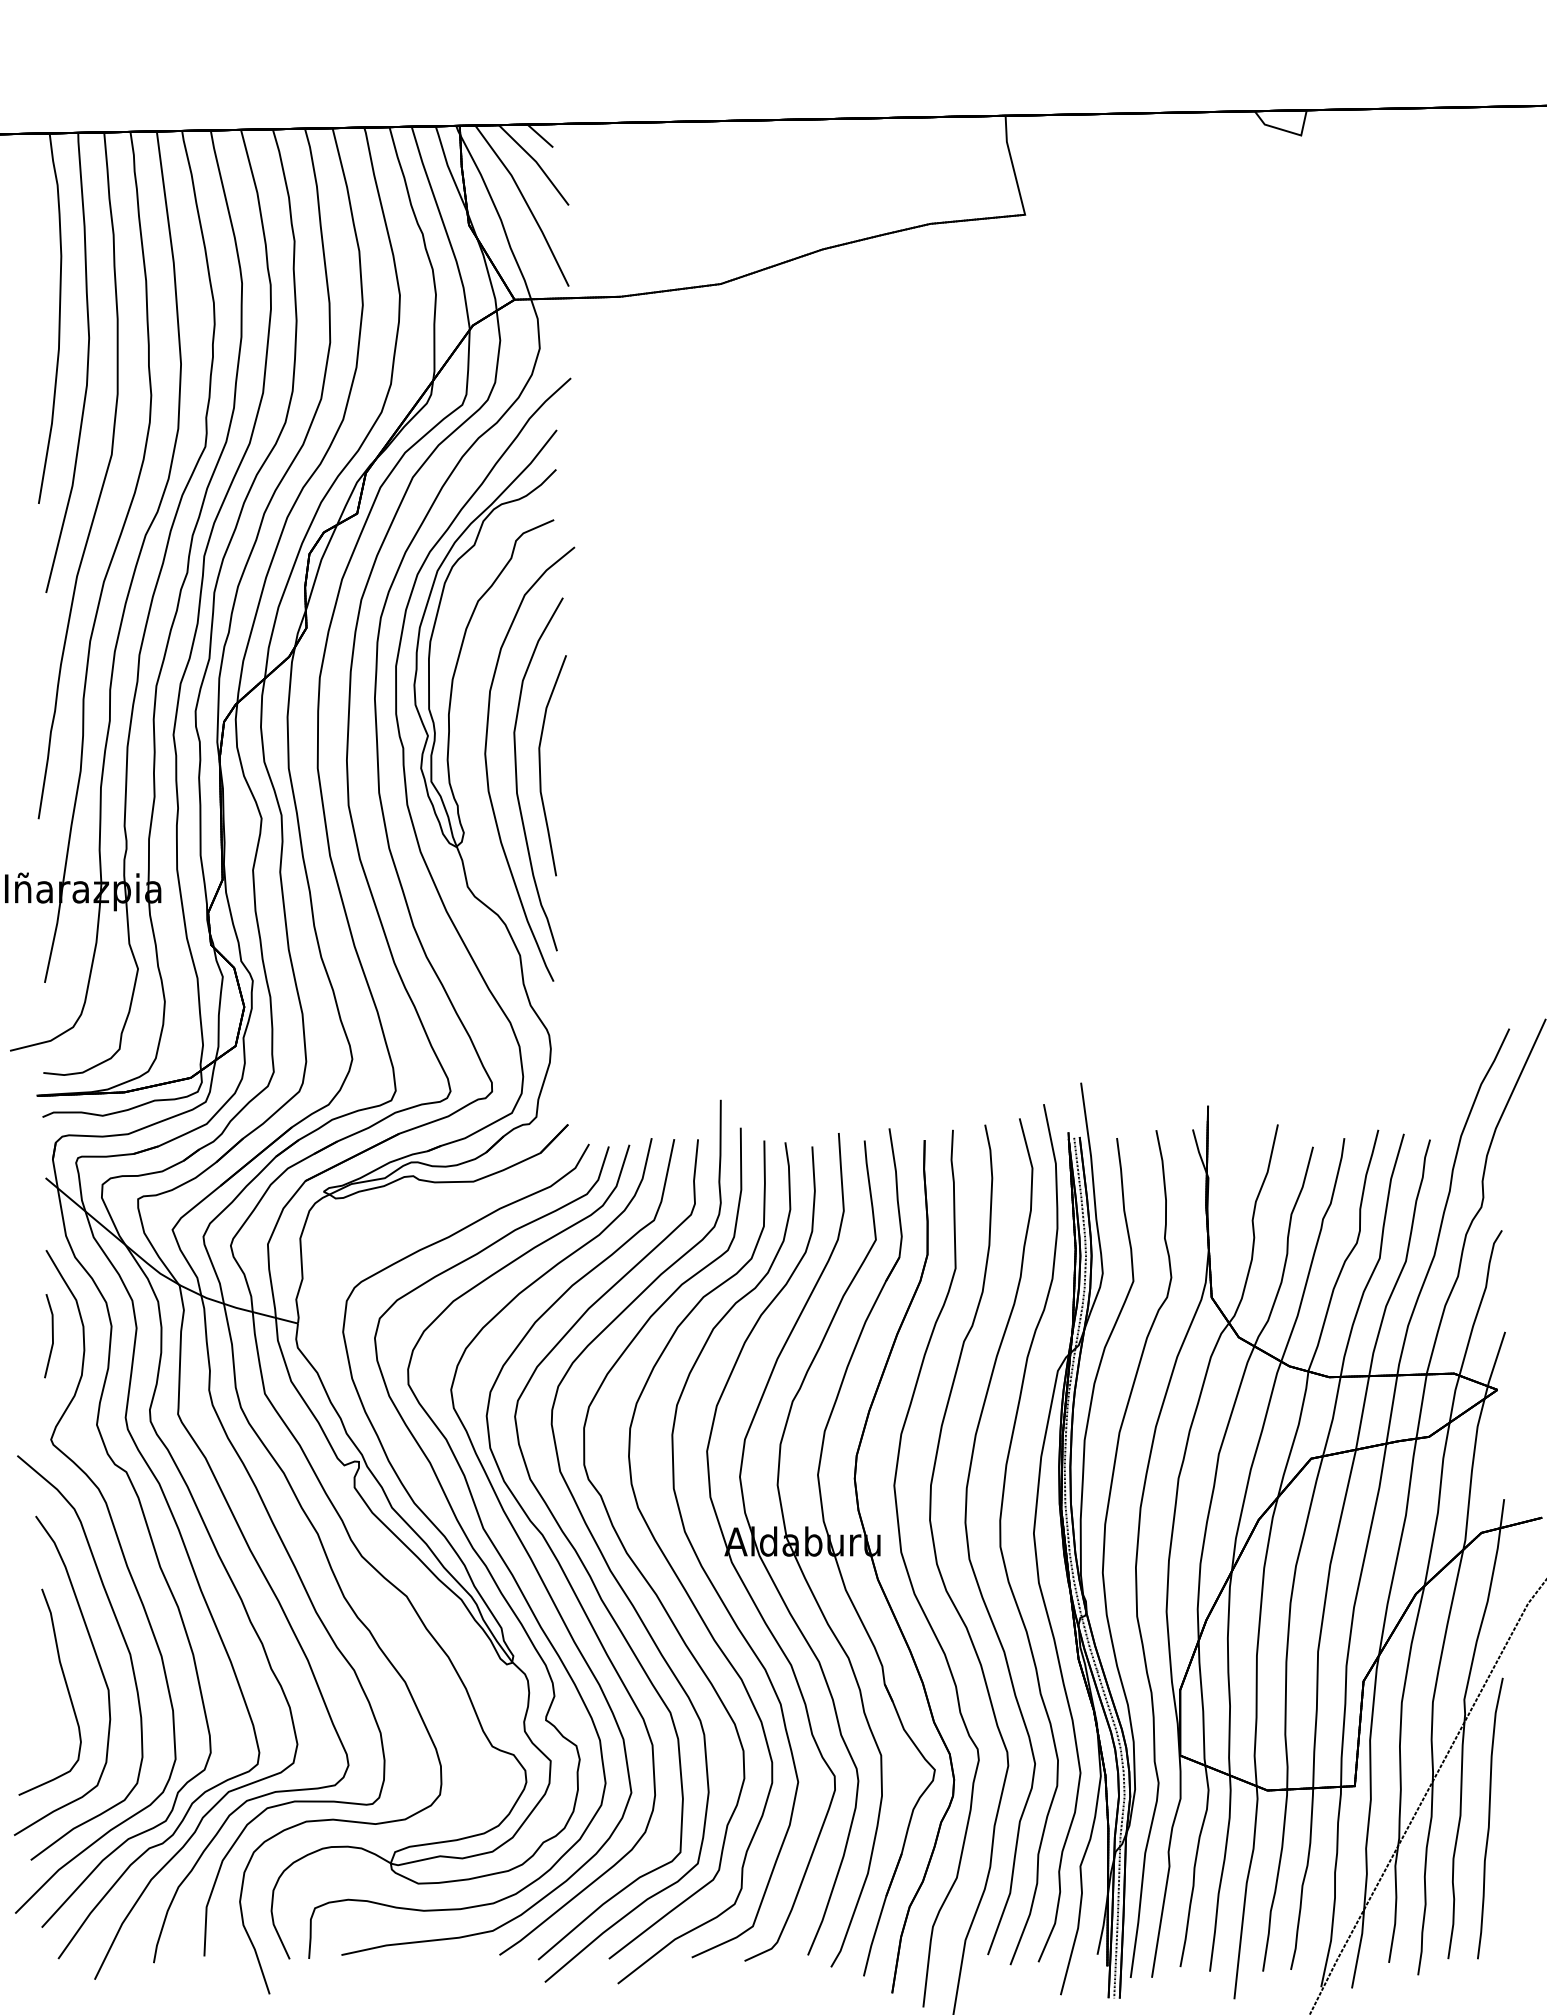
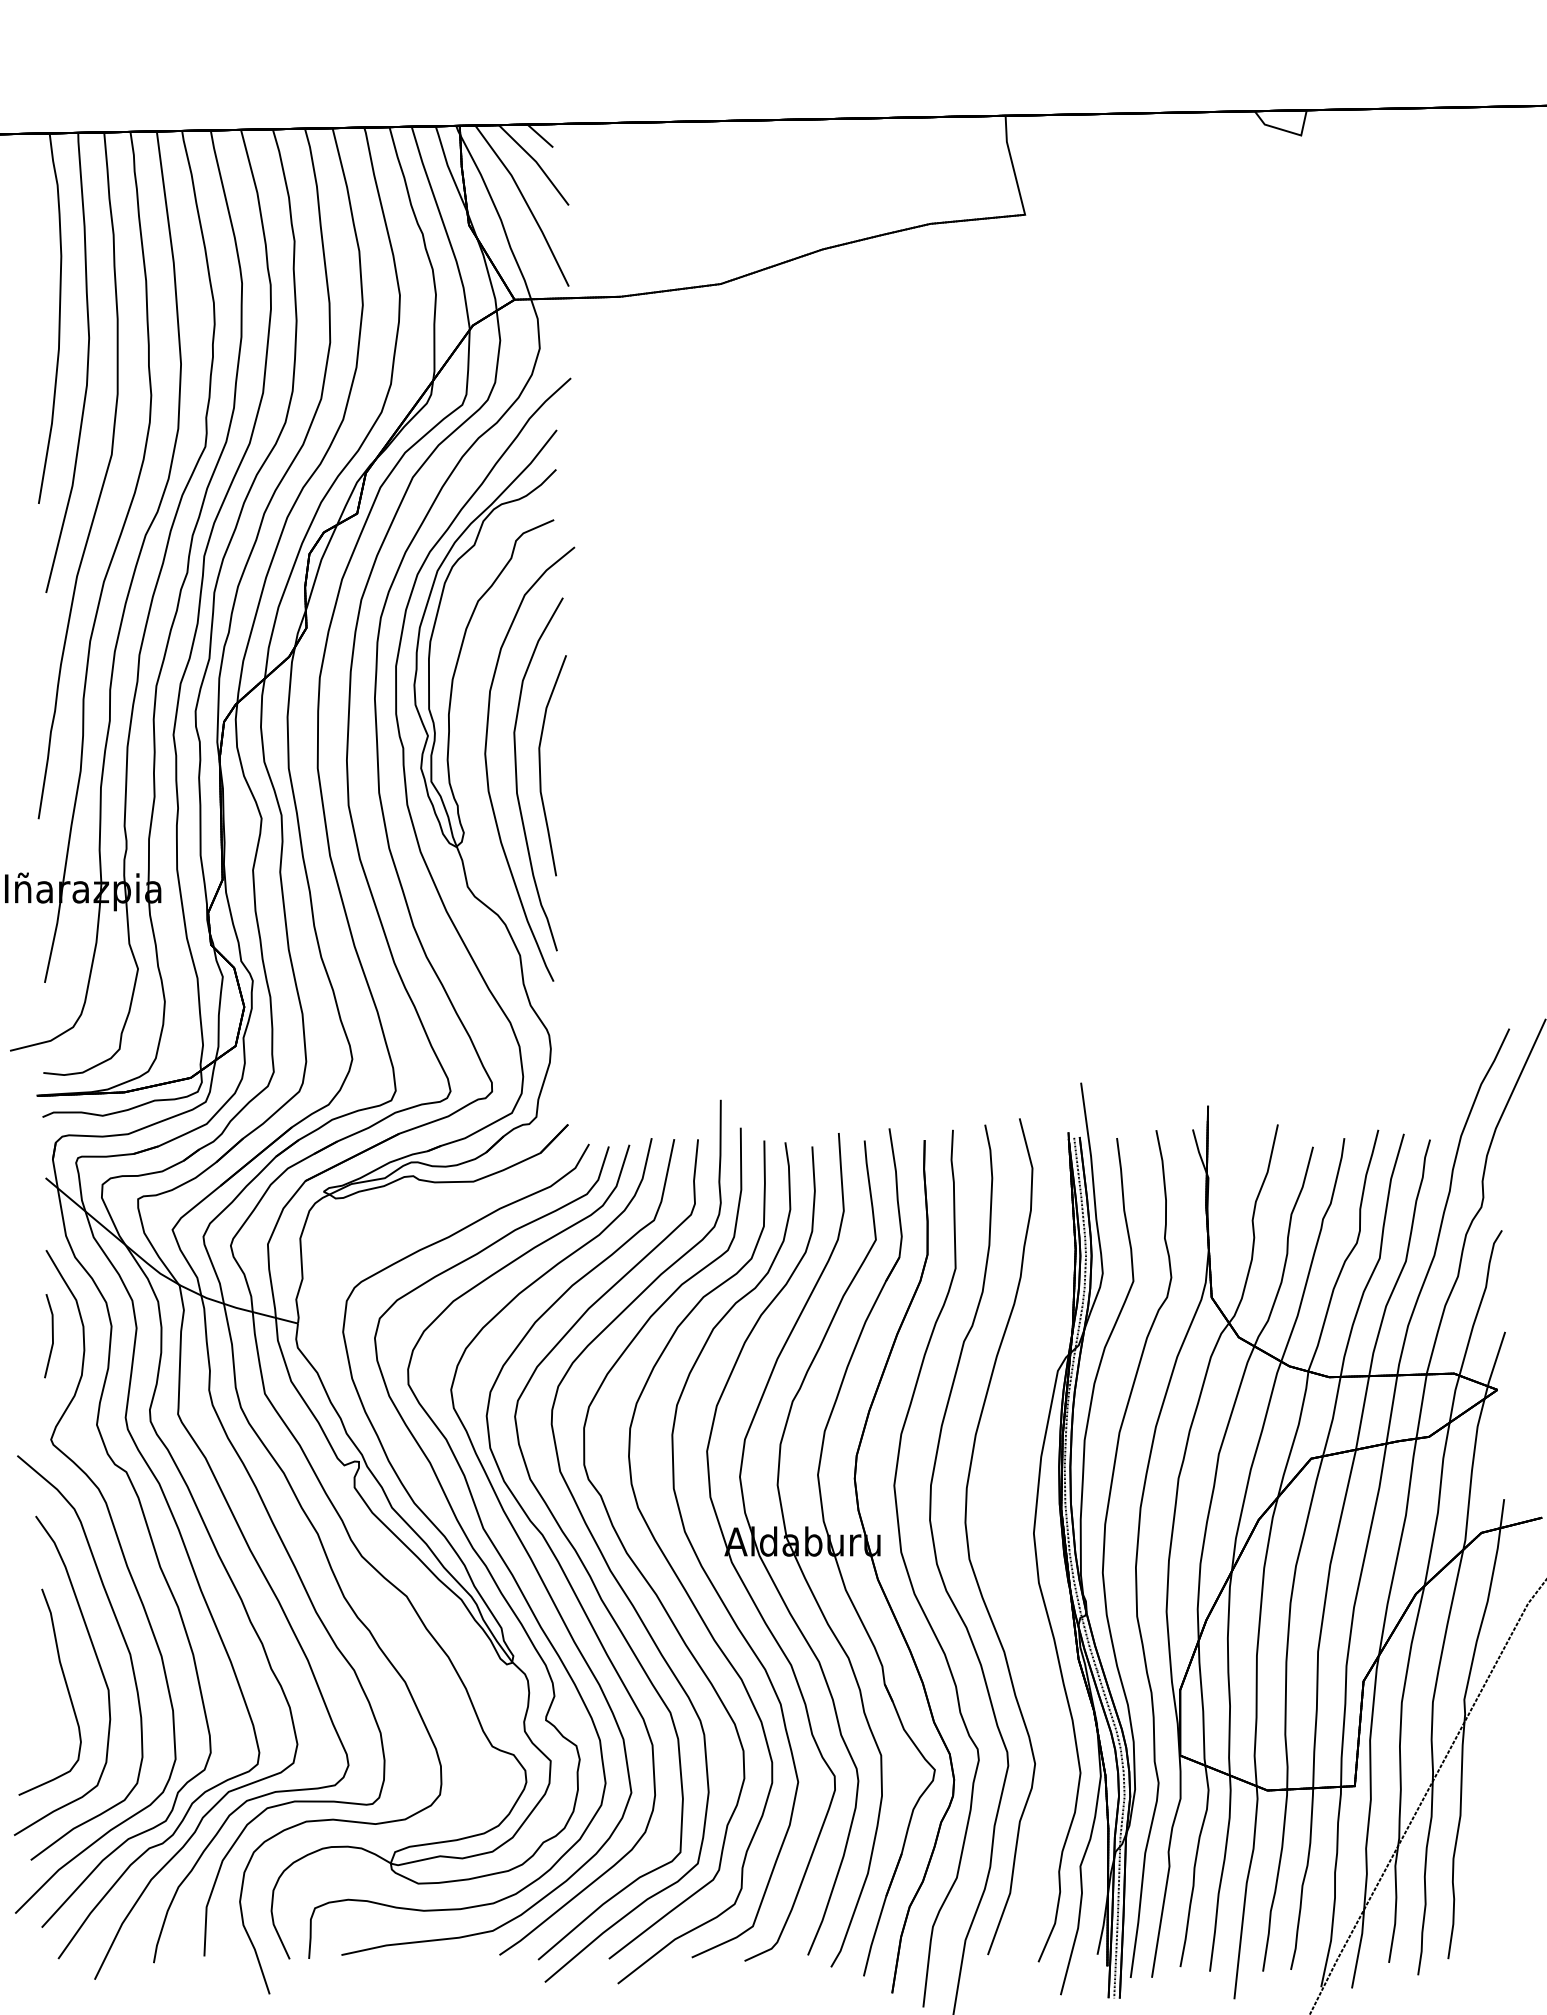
part at (1001, 1534): present -> none
part at (1490, 1818): present -> none
